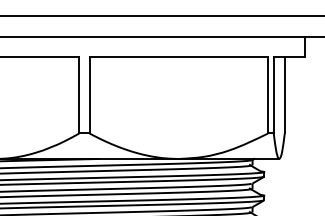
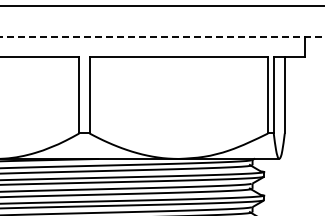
line at (161, 16) position: (161, 16) -> (161, 6)
line at (163, 36): solid -> dashed
